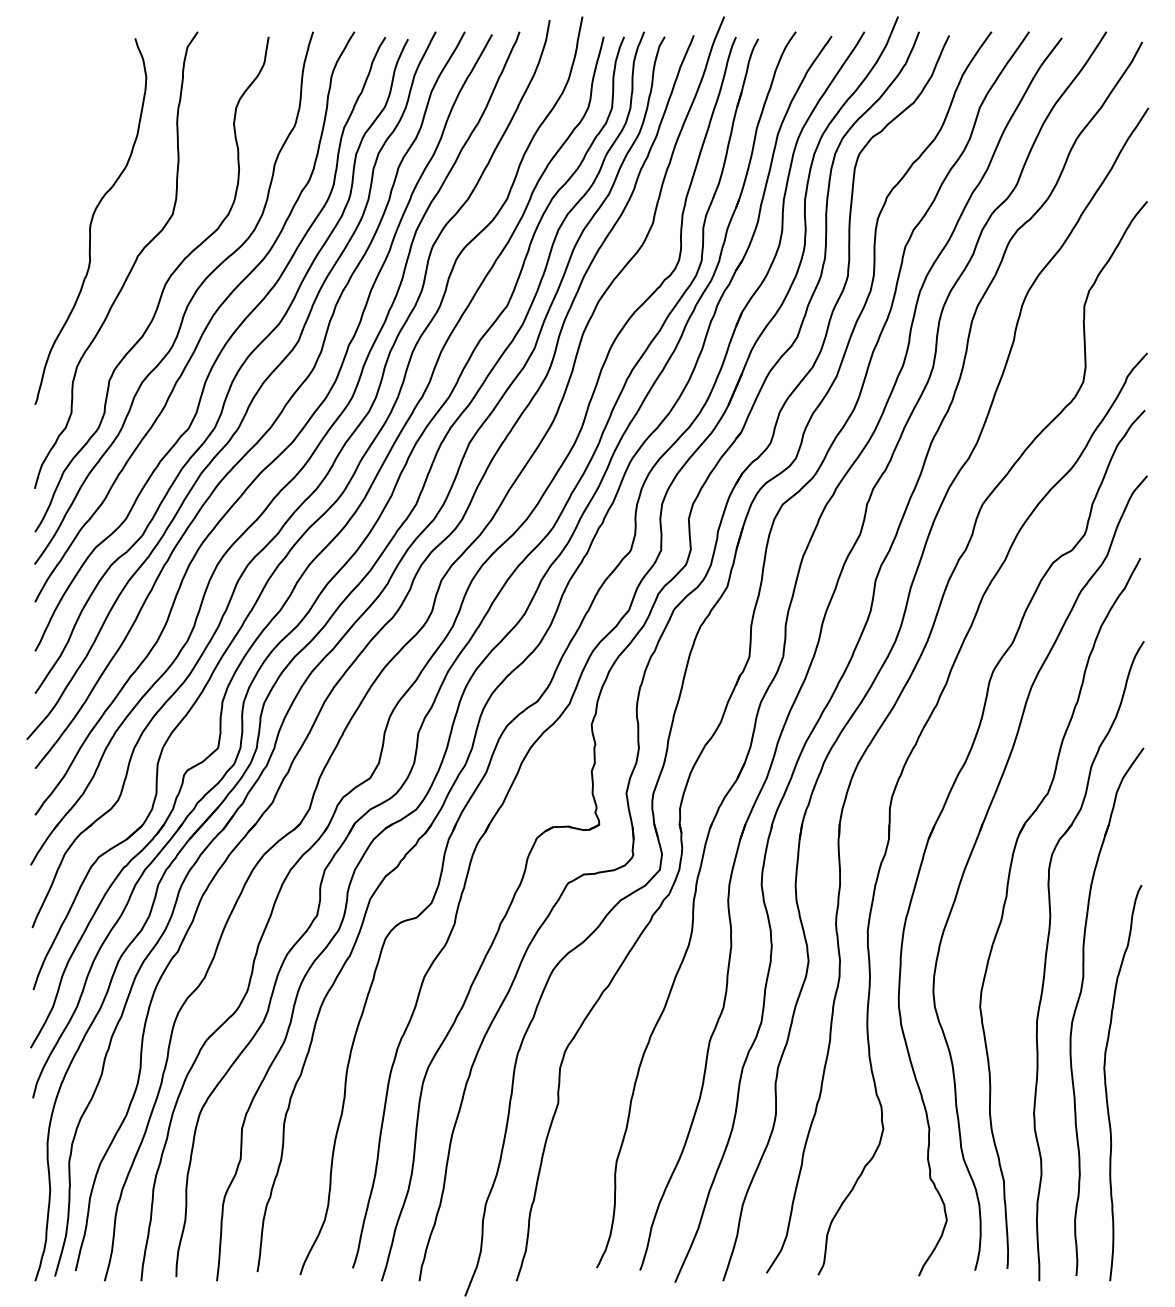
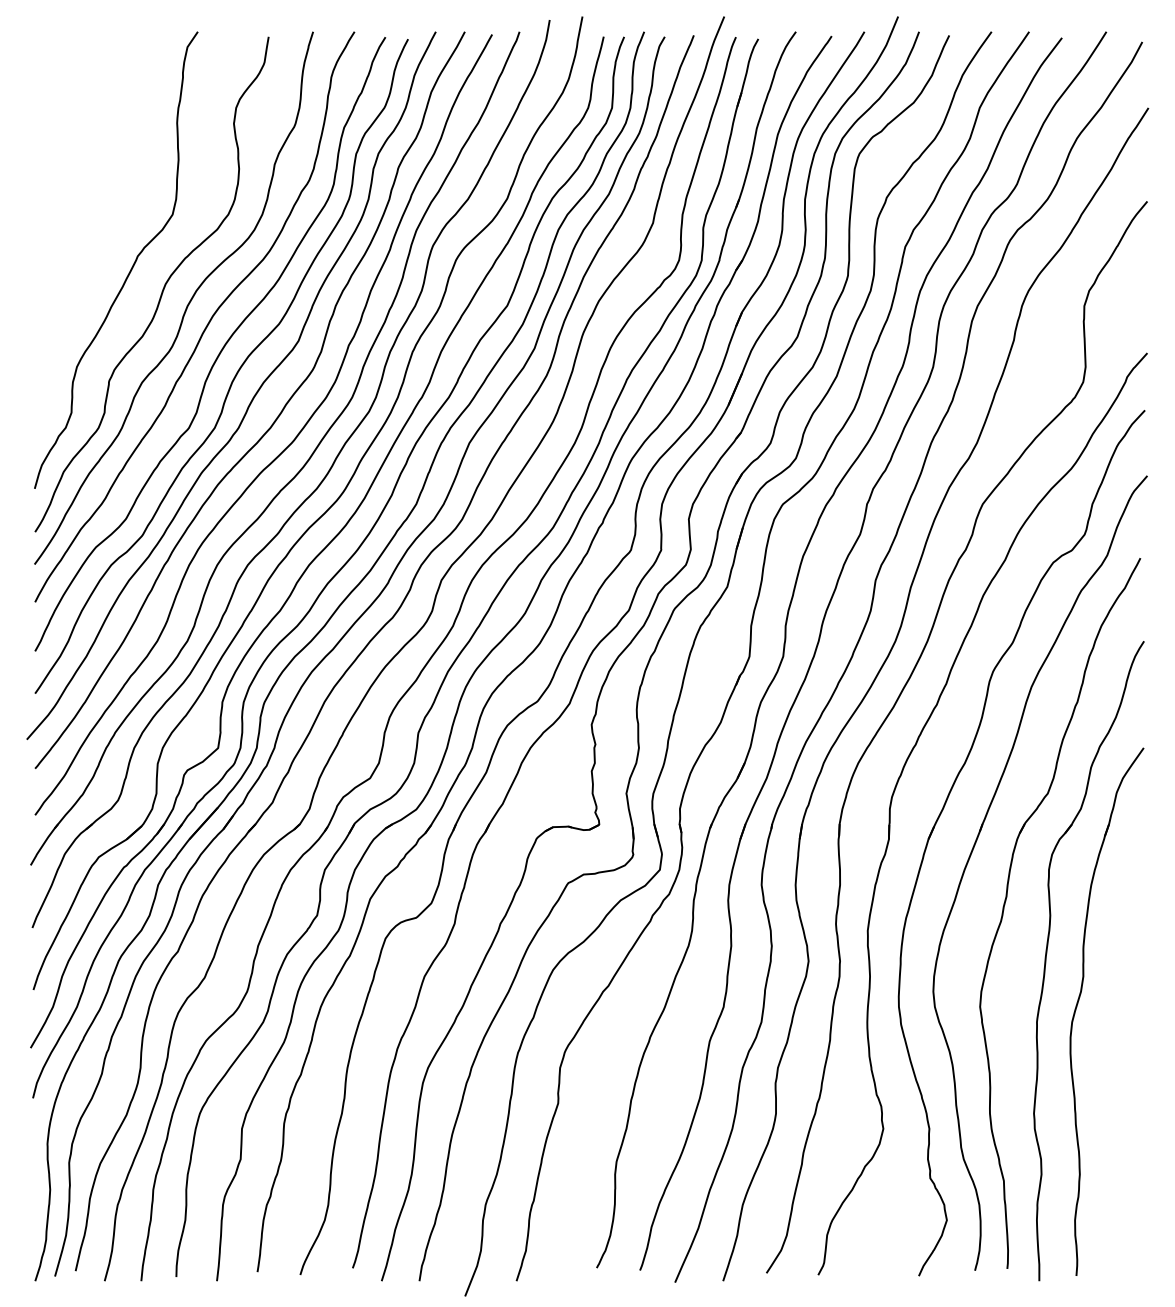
curve at (90, 221): present -> none
curve at (1106, 1082): present -> none
